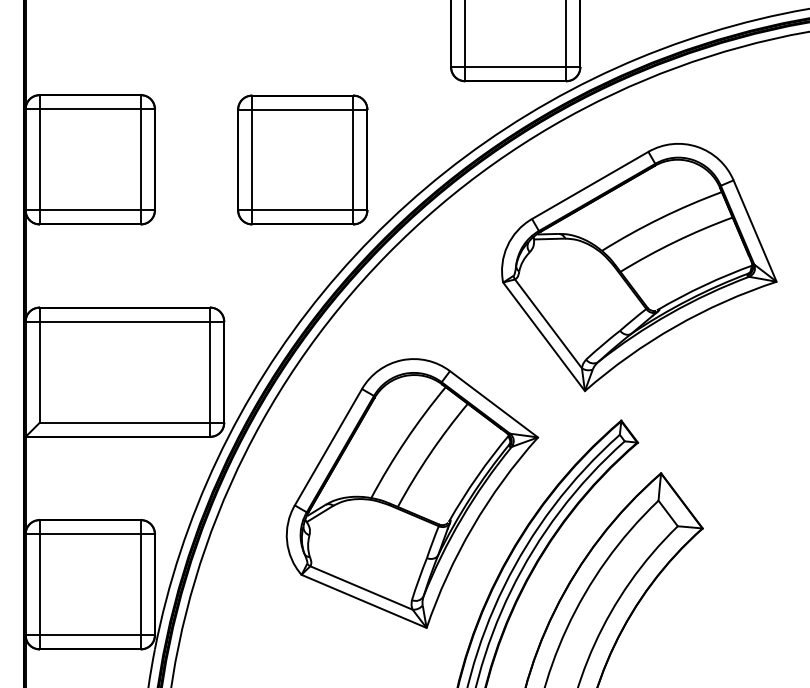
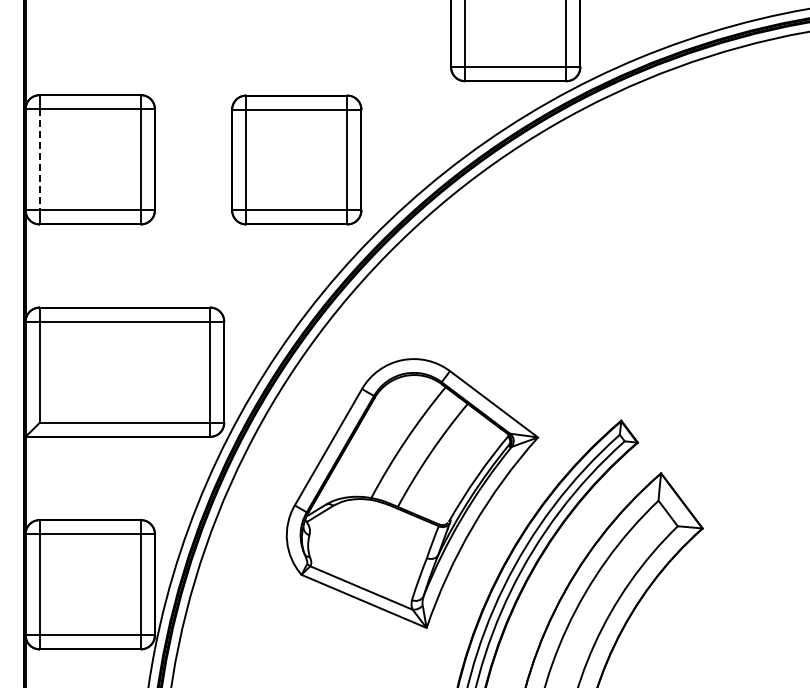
line at (39, 159): solid -> dashed
part at (302, 159) position: (302, 159) -> (296, 159)
part at (639, 267): present -> none
